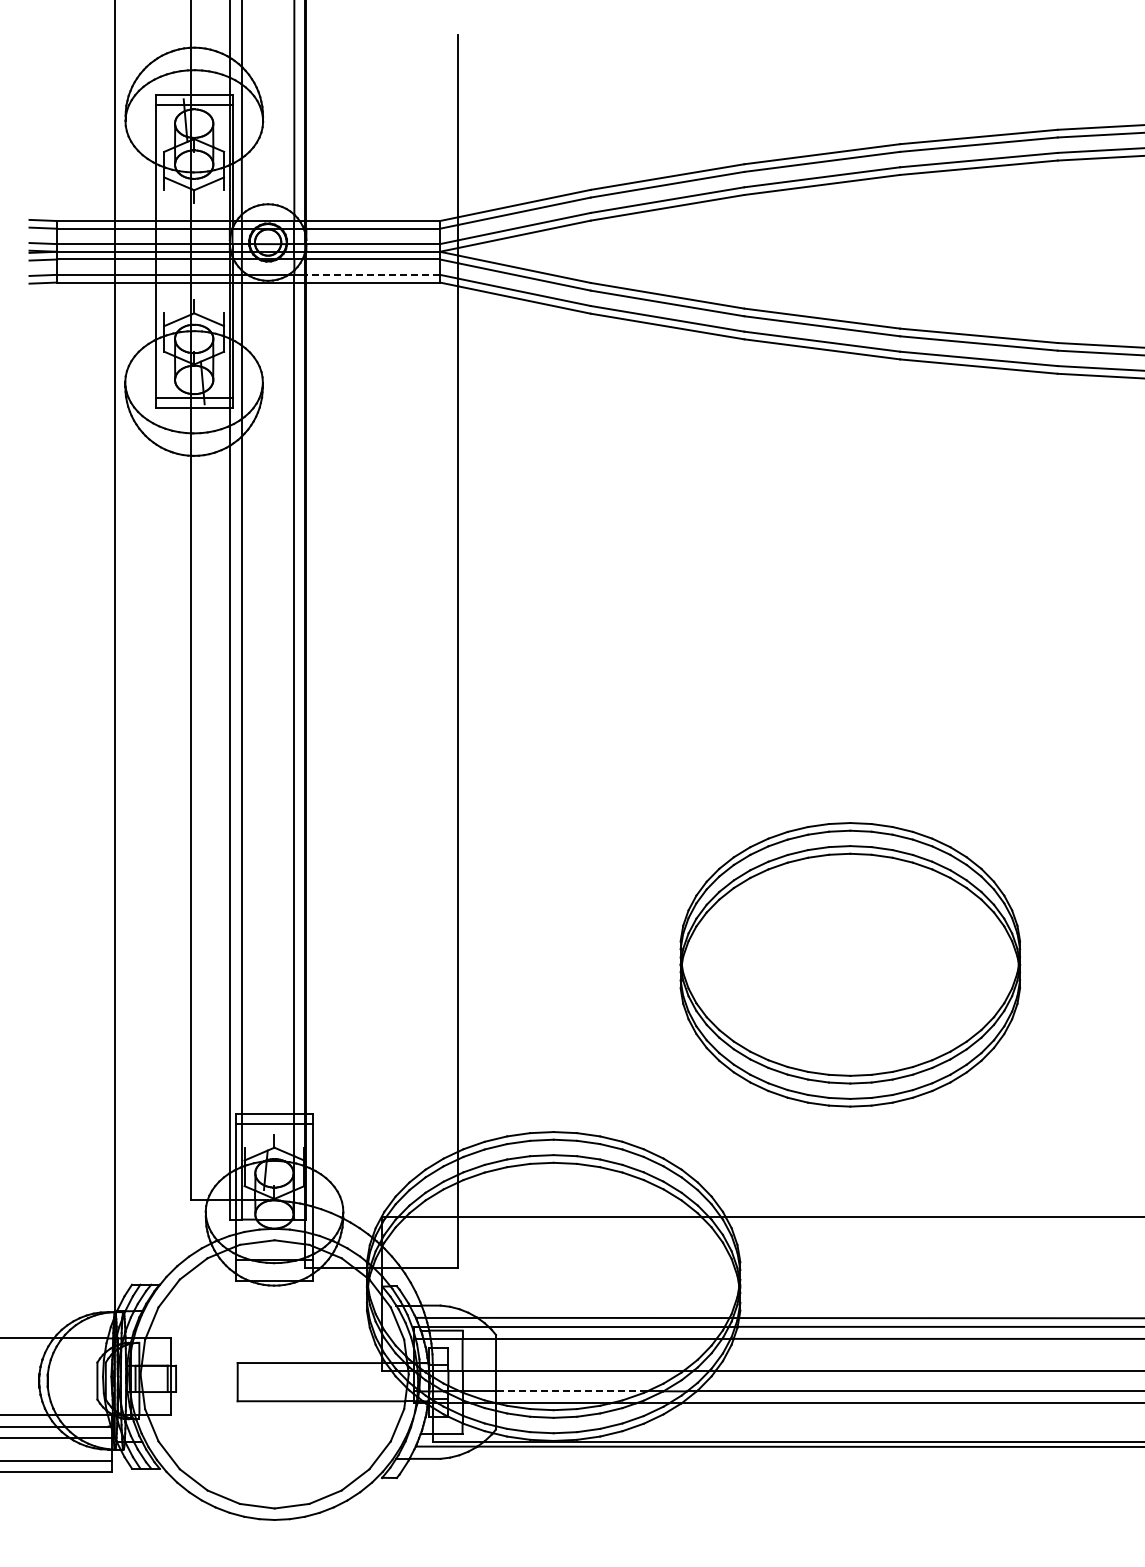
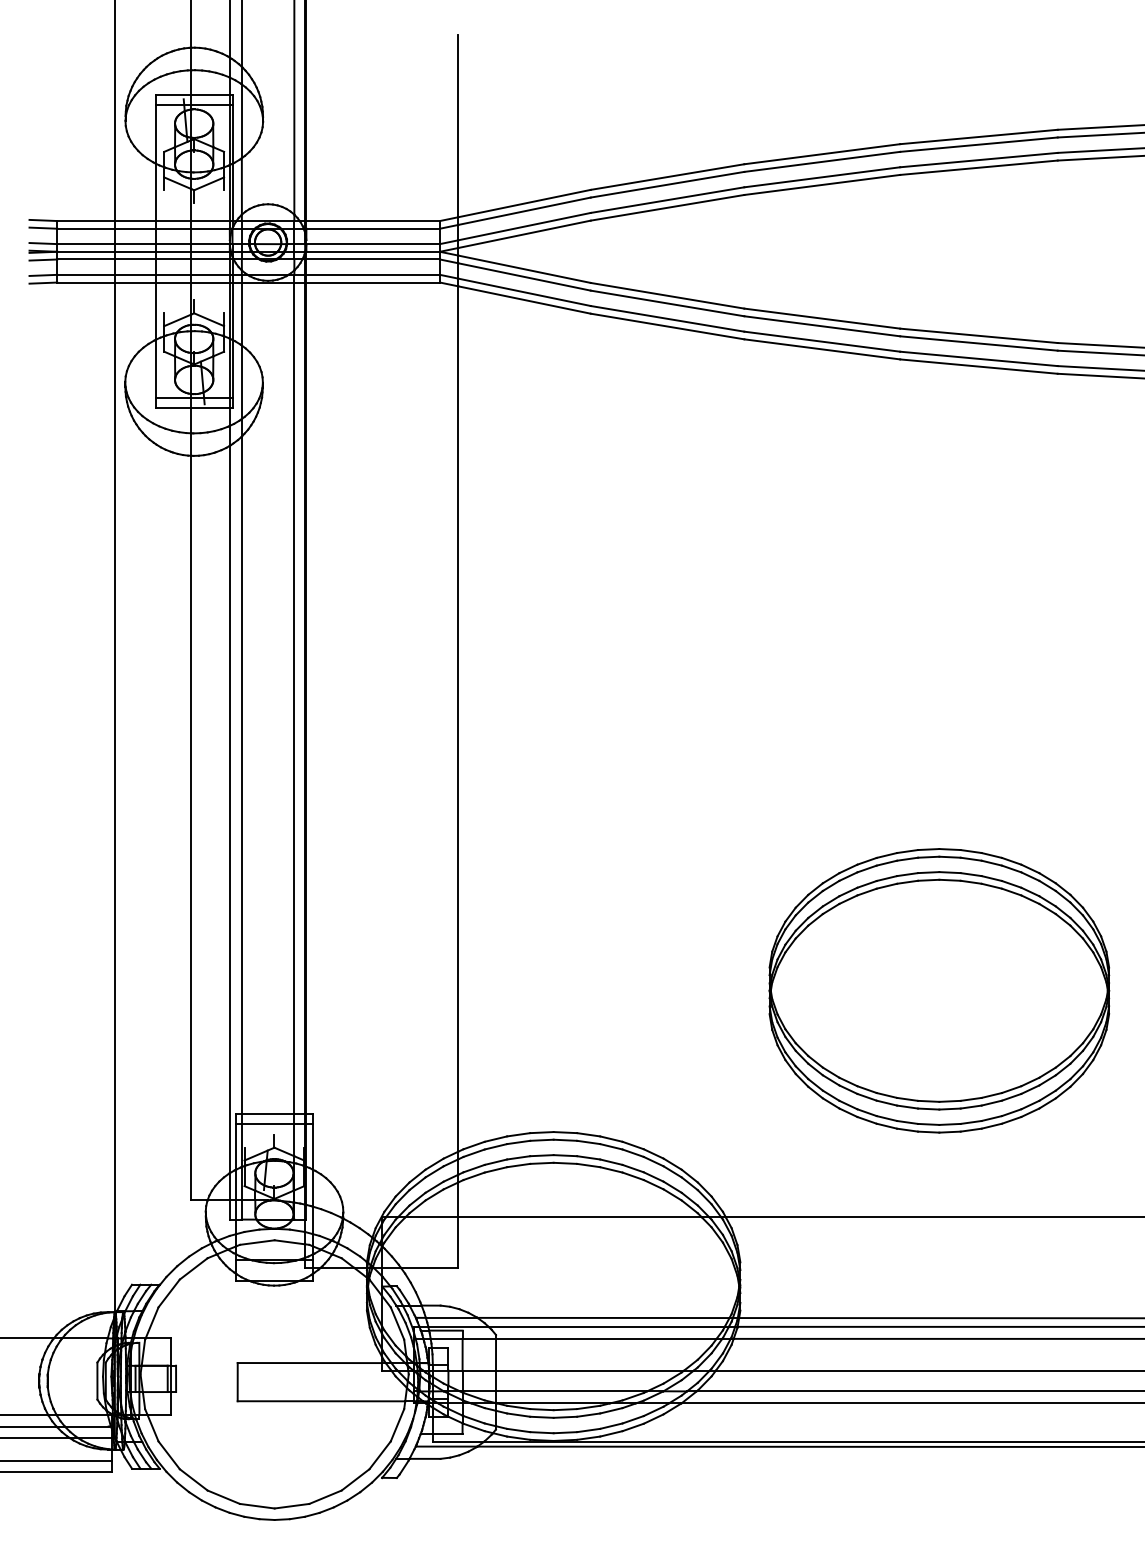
line at (373, 274): dashed -> solid
part at (850, 964) position: (850, 964) -> (939, 990)
line at (571, 1391): dashed -> solid
